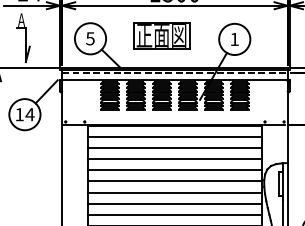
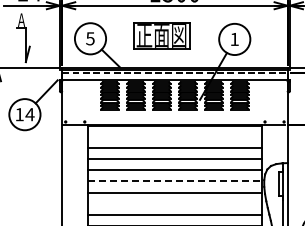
line at (174, 136): present -> none
line at (174, 181): solid -> dashed
line at (174, 203): present -> none
